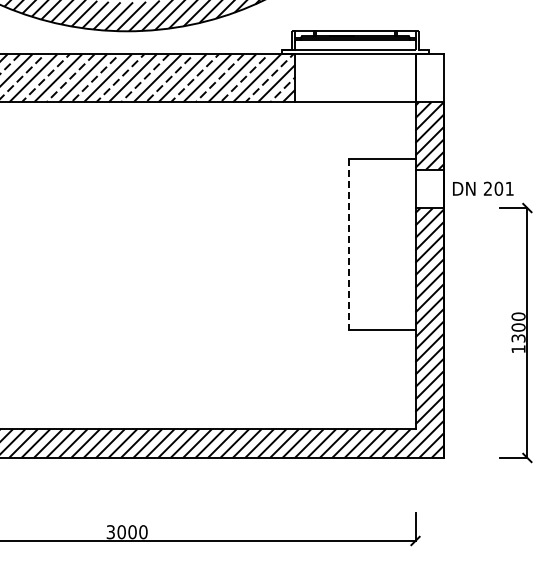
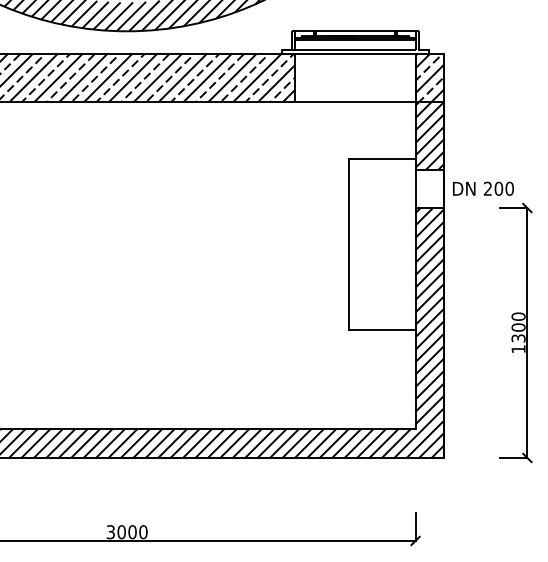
hatch at (429, 78): none -> present
text at (509, 188): 201 -> 200
line at (348, 244): dashed -> solid
